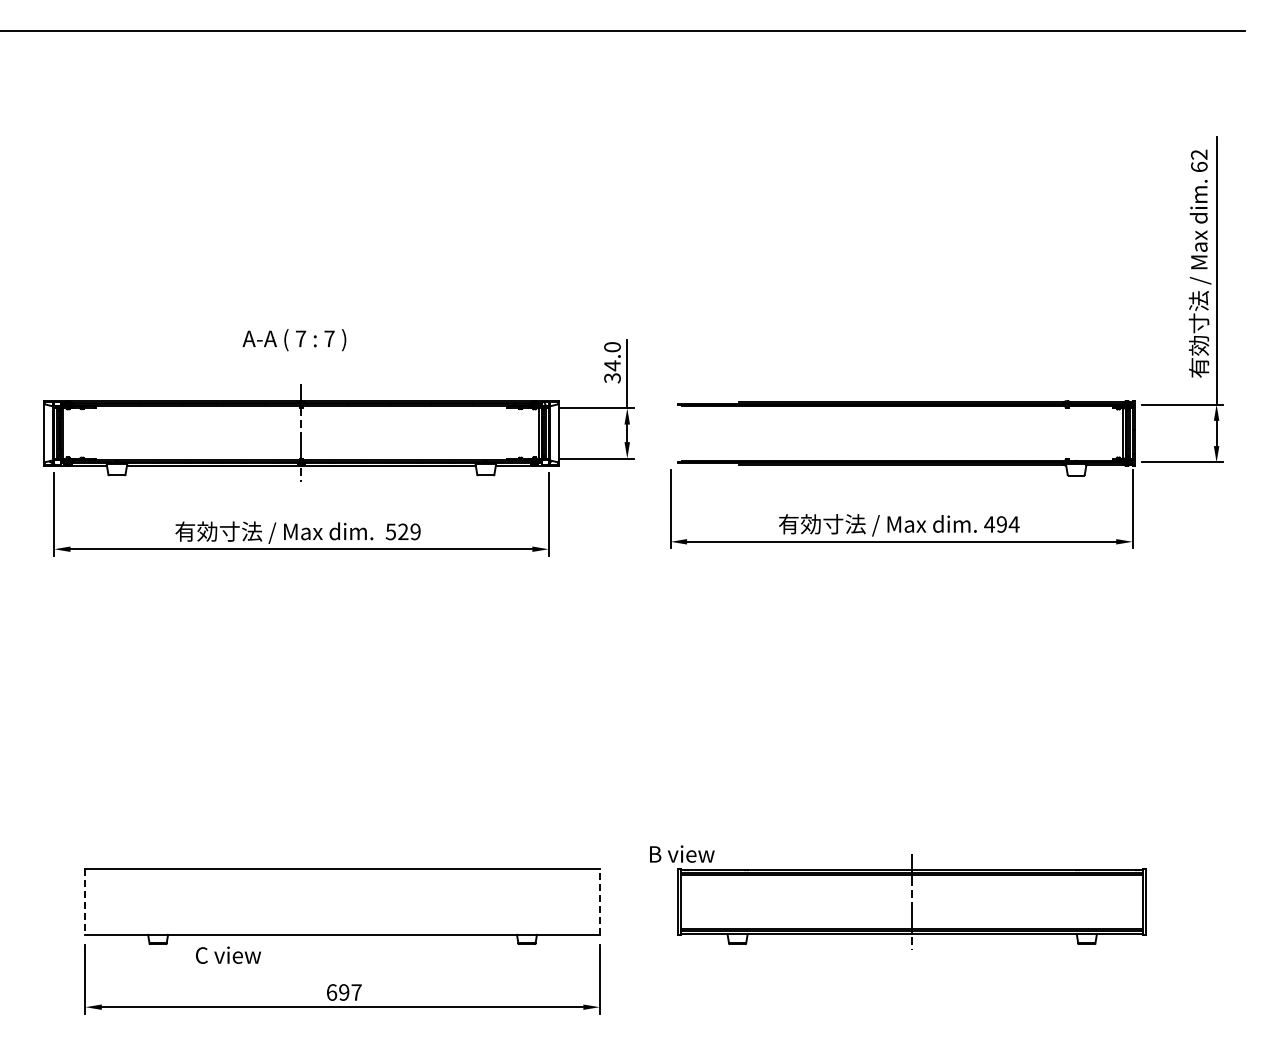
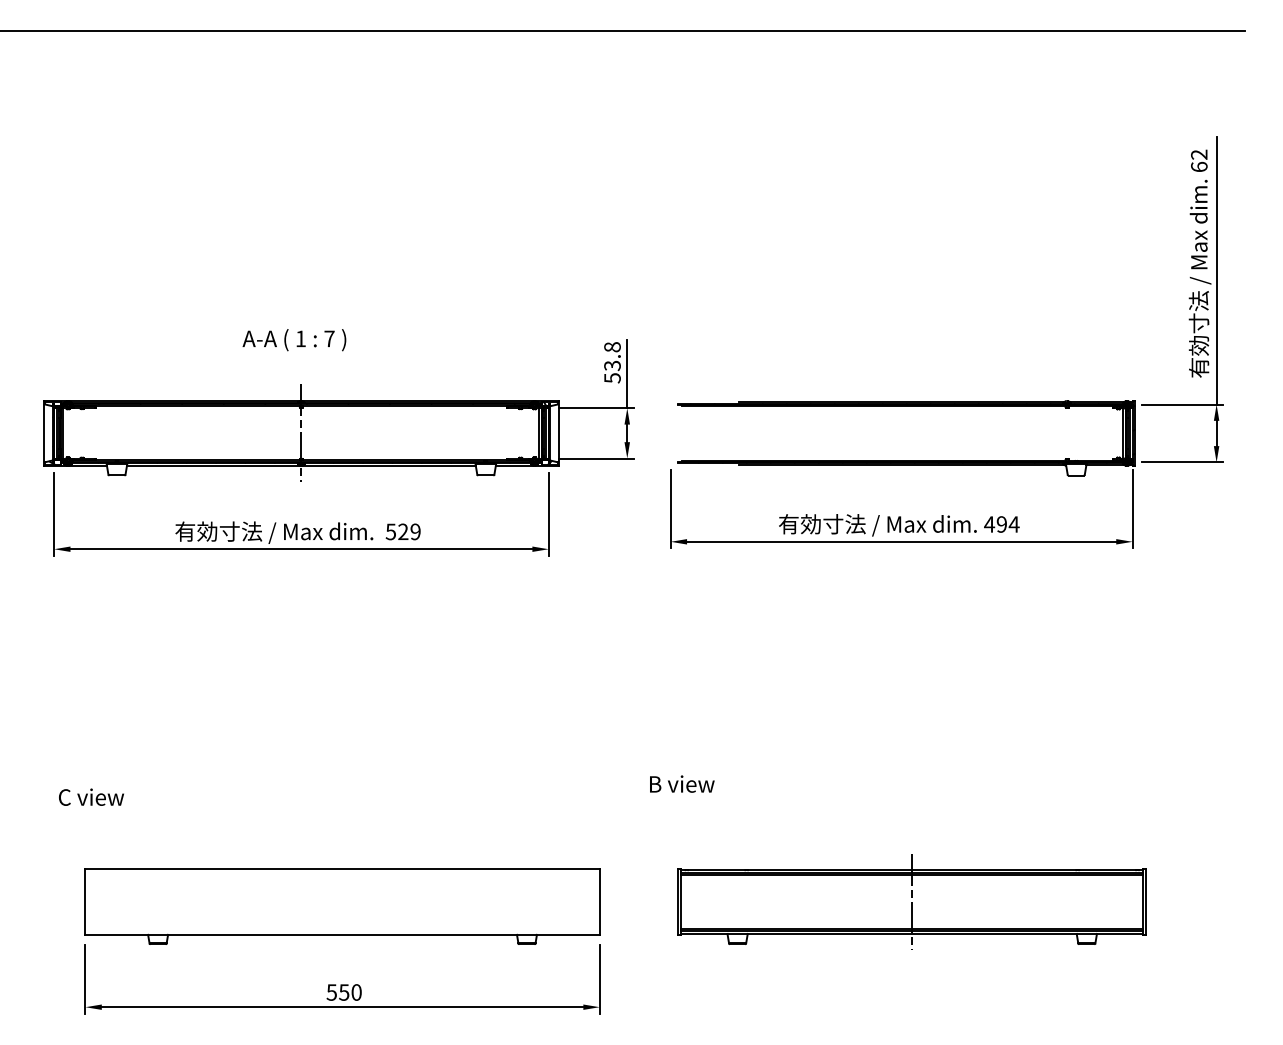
text at (301, 338): 7 -> 1
text at (612, 362): 34.0 -> 53.8
text at (682, 853) position: (682, 853) -> (682, 783)
line at (85, 902): dashed -> solid
line at (599, 902): dashed -> solid
text at (228, 954) position: (228, 954) -> (91, 796)
text at (343, 992): 697 -> 550
